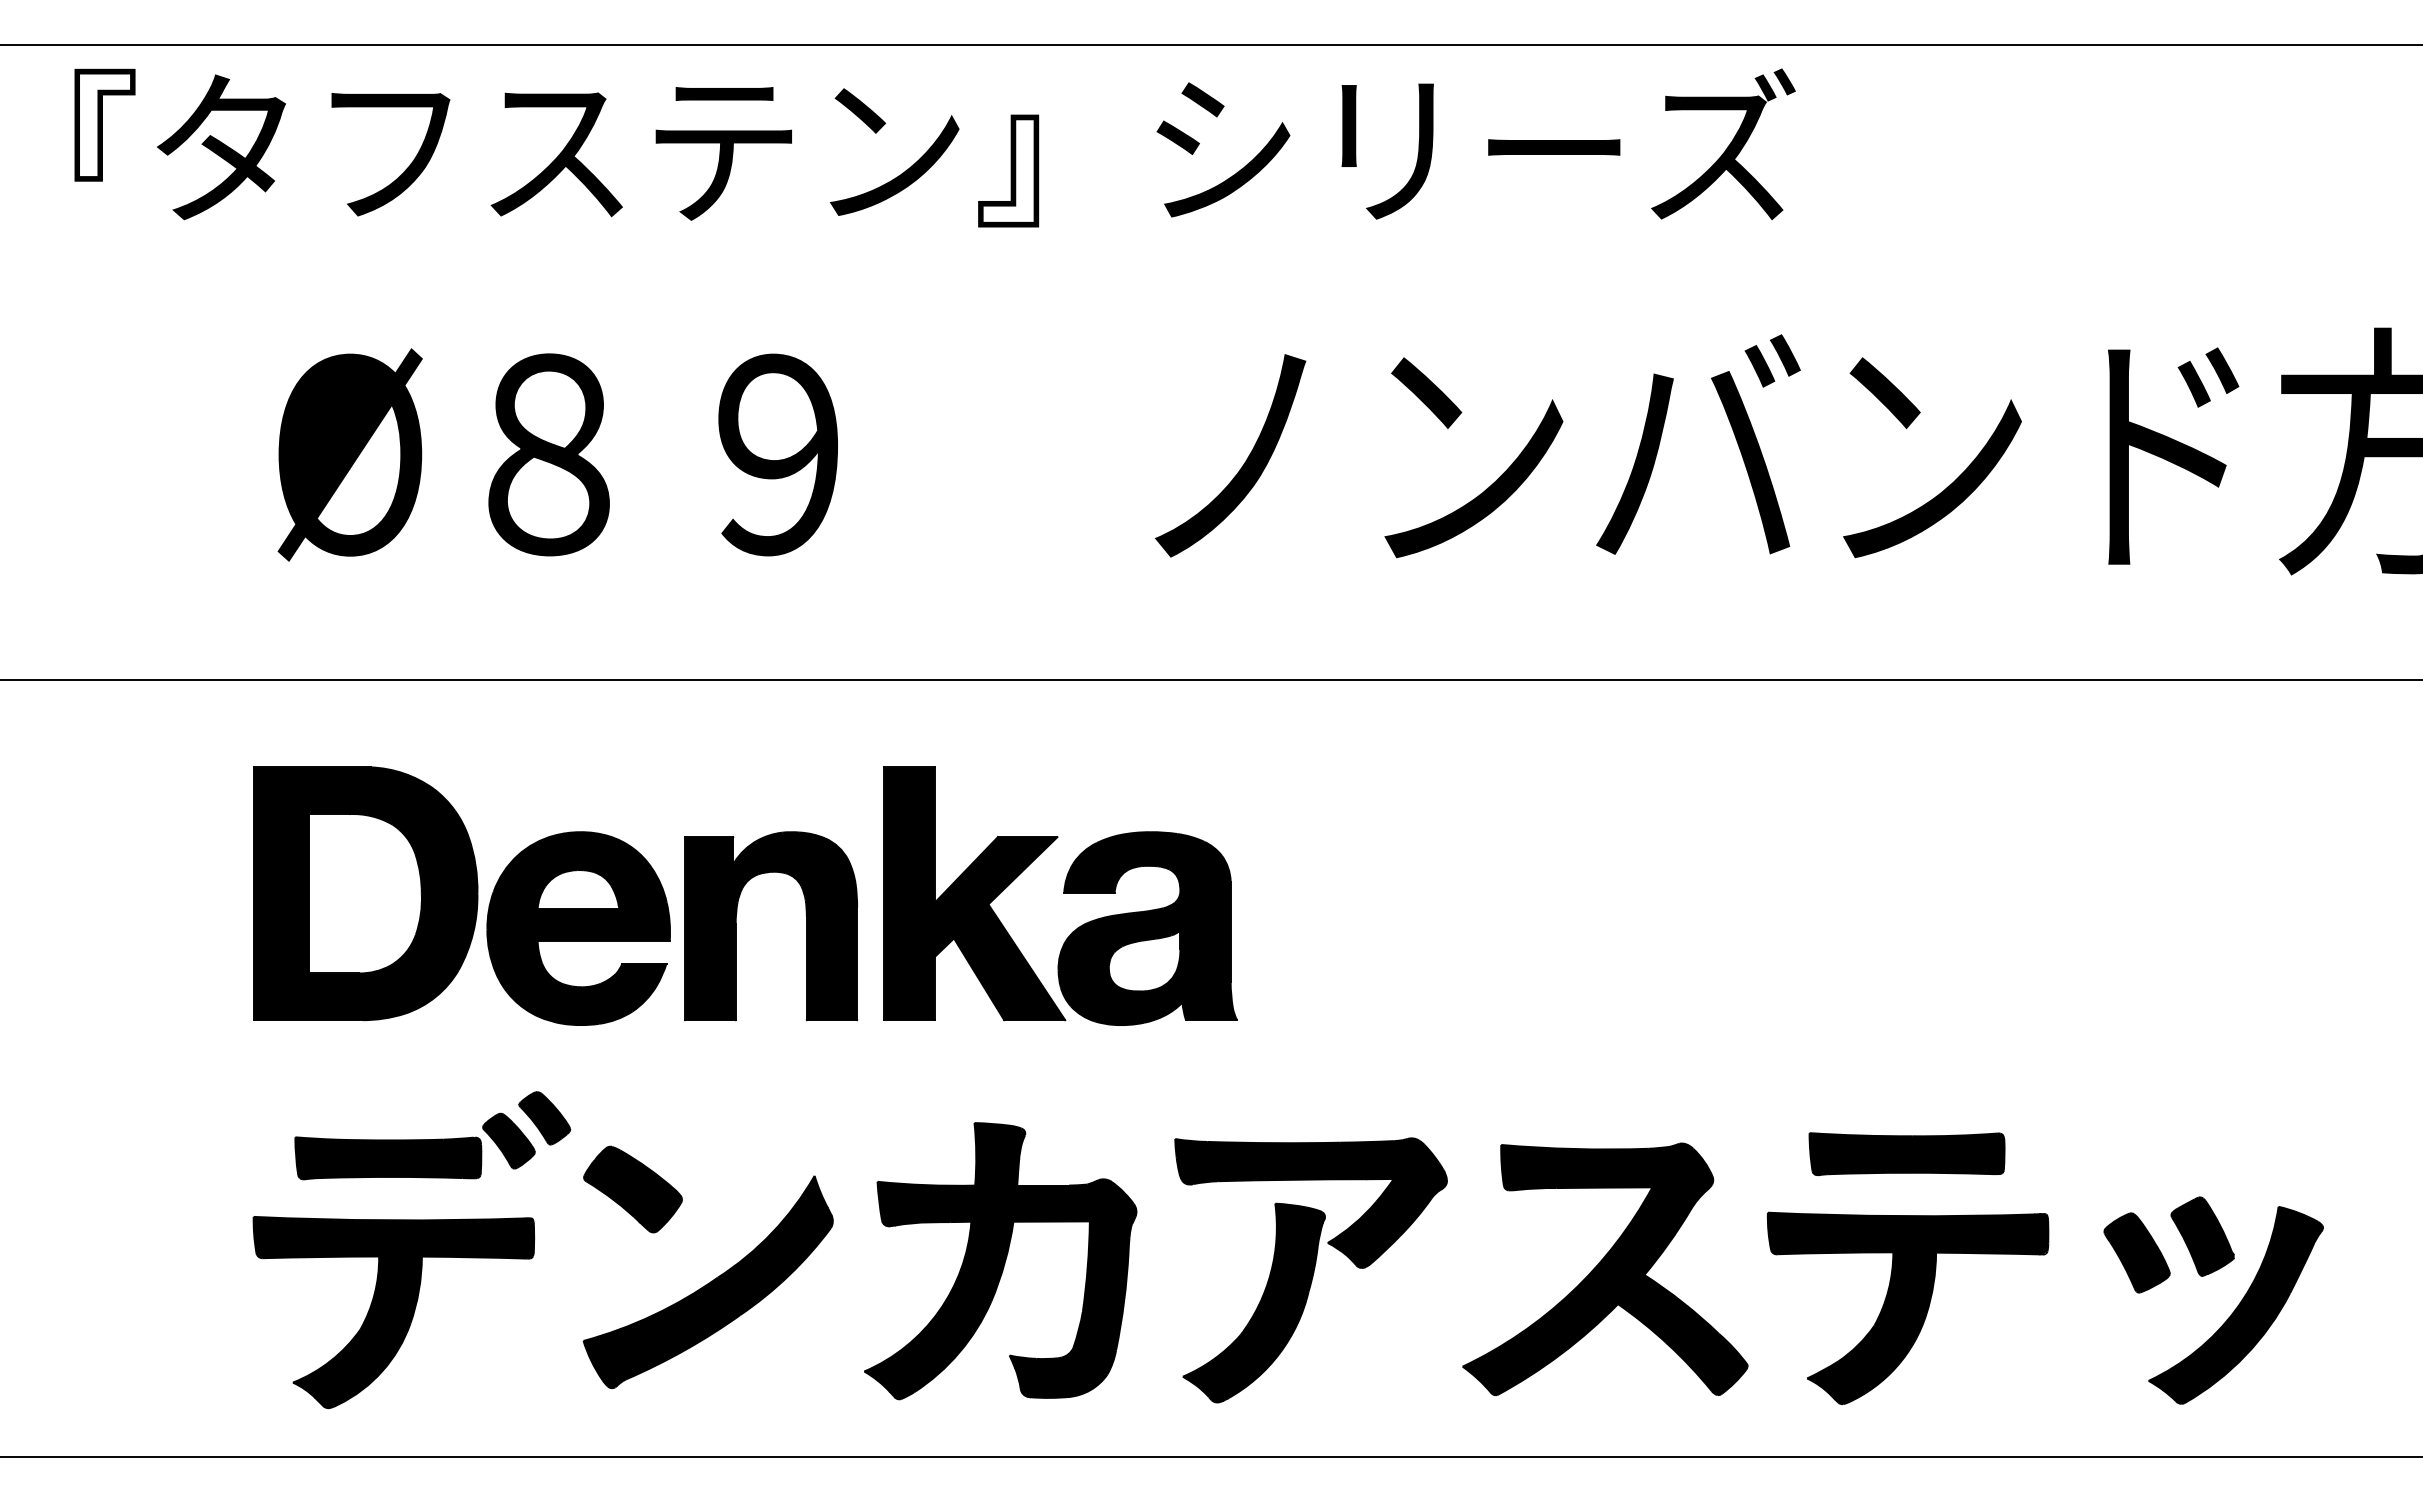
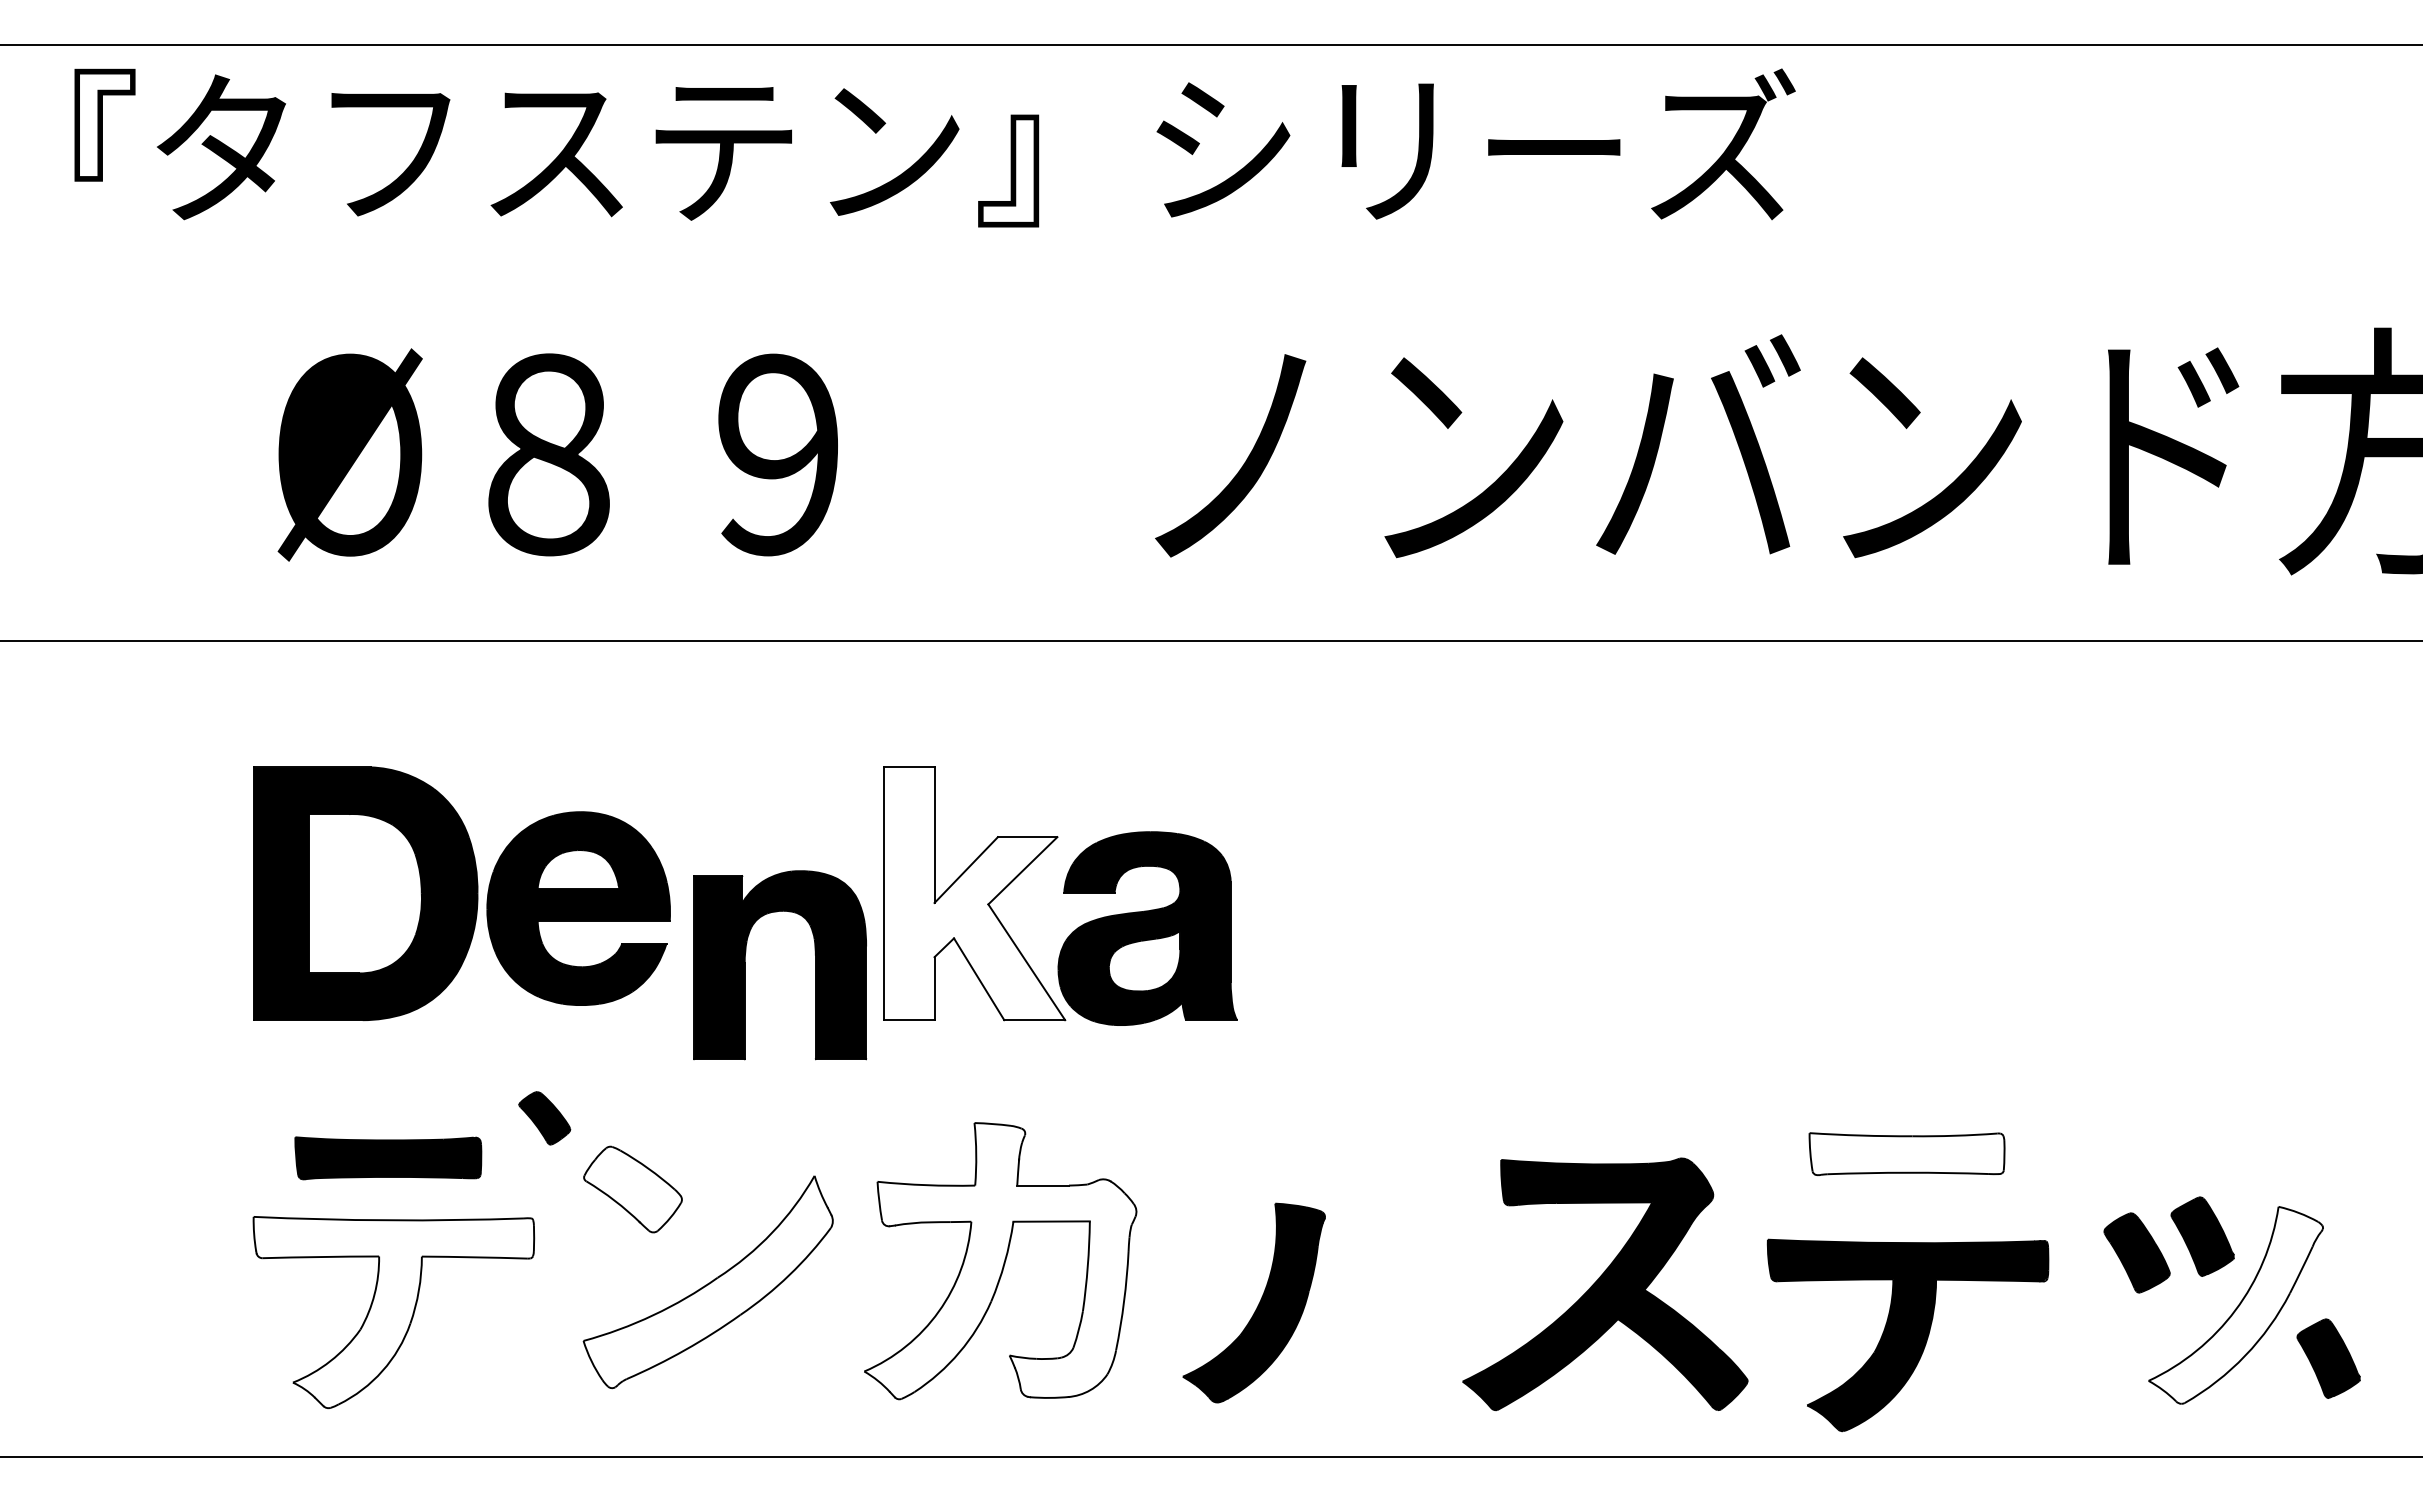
line at (1210, 680) position: (1210, 680) -> (1210, 641)
fill at (974, 893): present -> none
part at (736, 926) position: (736, 926) -> (745, 965)
part at (578, 928) position: (578, 928) -> (578, 908)
part at (508, 1140): present -> none
fill at (1906, 1154): present -> none
part at (1310, 1180): present -> none
fill at (632, 1189): present -> none
fill at (1000, 1261): present -> none
part at (1605, 1269) position: (1605, 1269) -> (1605, 1284)
fill at (707, 1281): present -> none
fill at (2235, 1304): present -> none
part at (1907, 1308) position: (1907, 1308) -> (1907, 1335)
fill at (393, 1312): present -> none
part at (2328, 1358): none -> present
